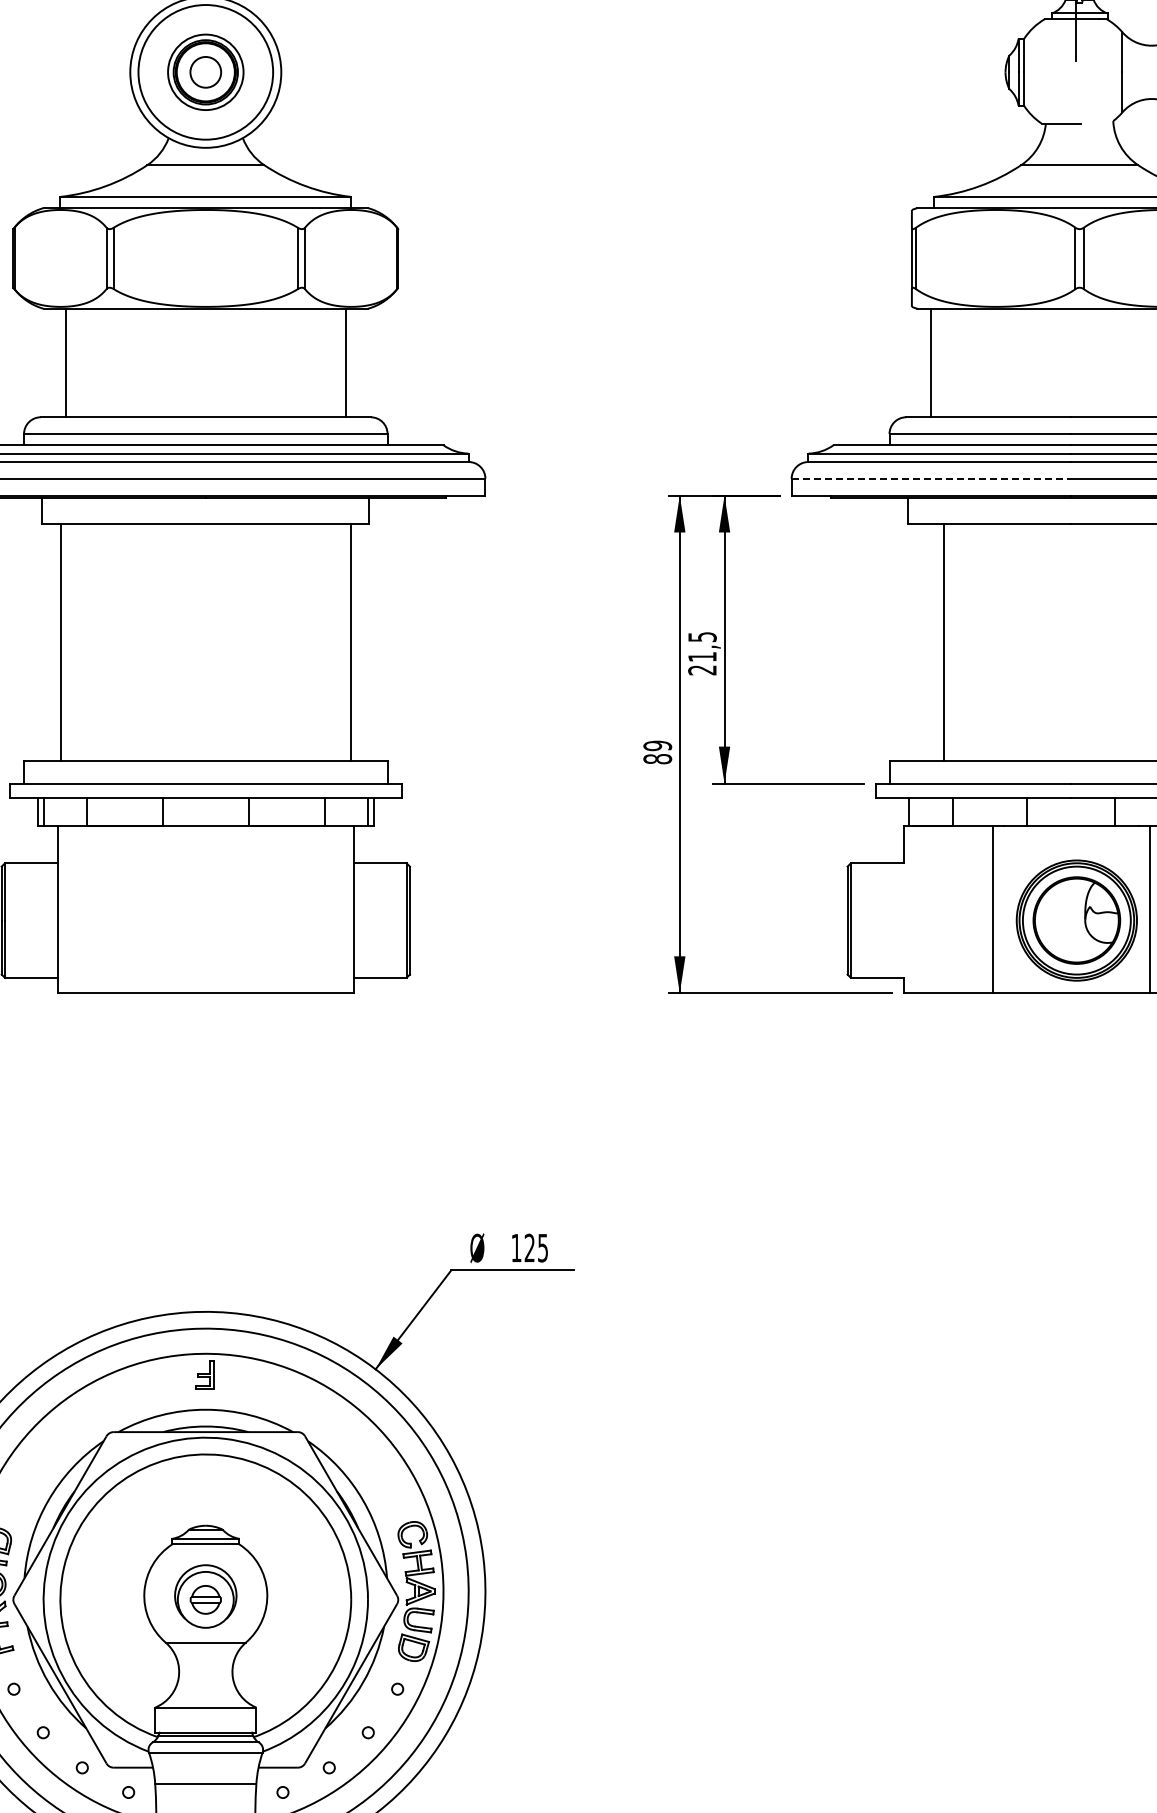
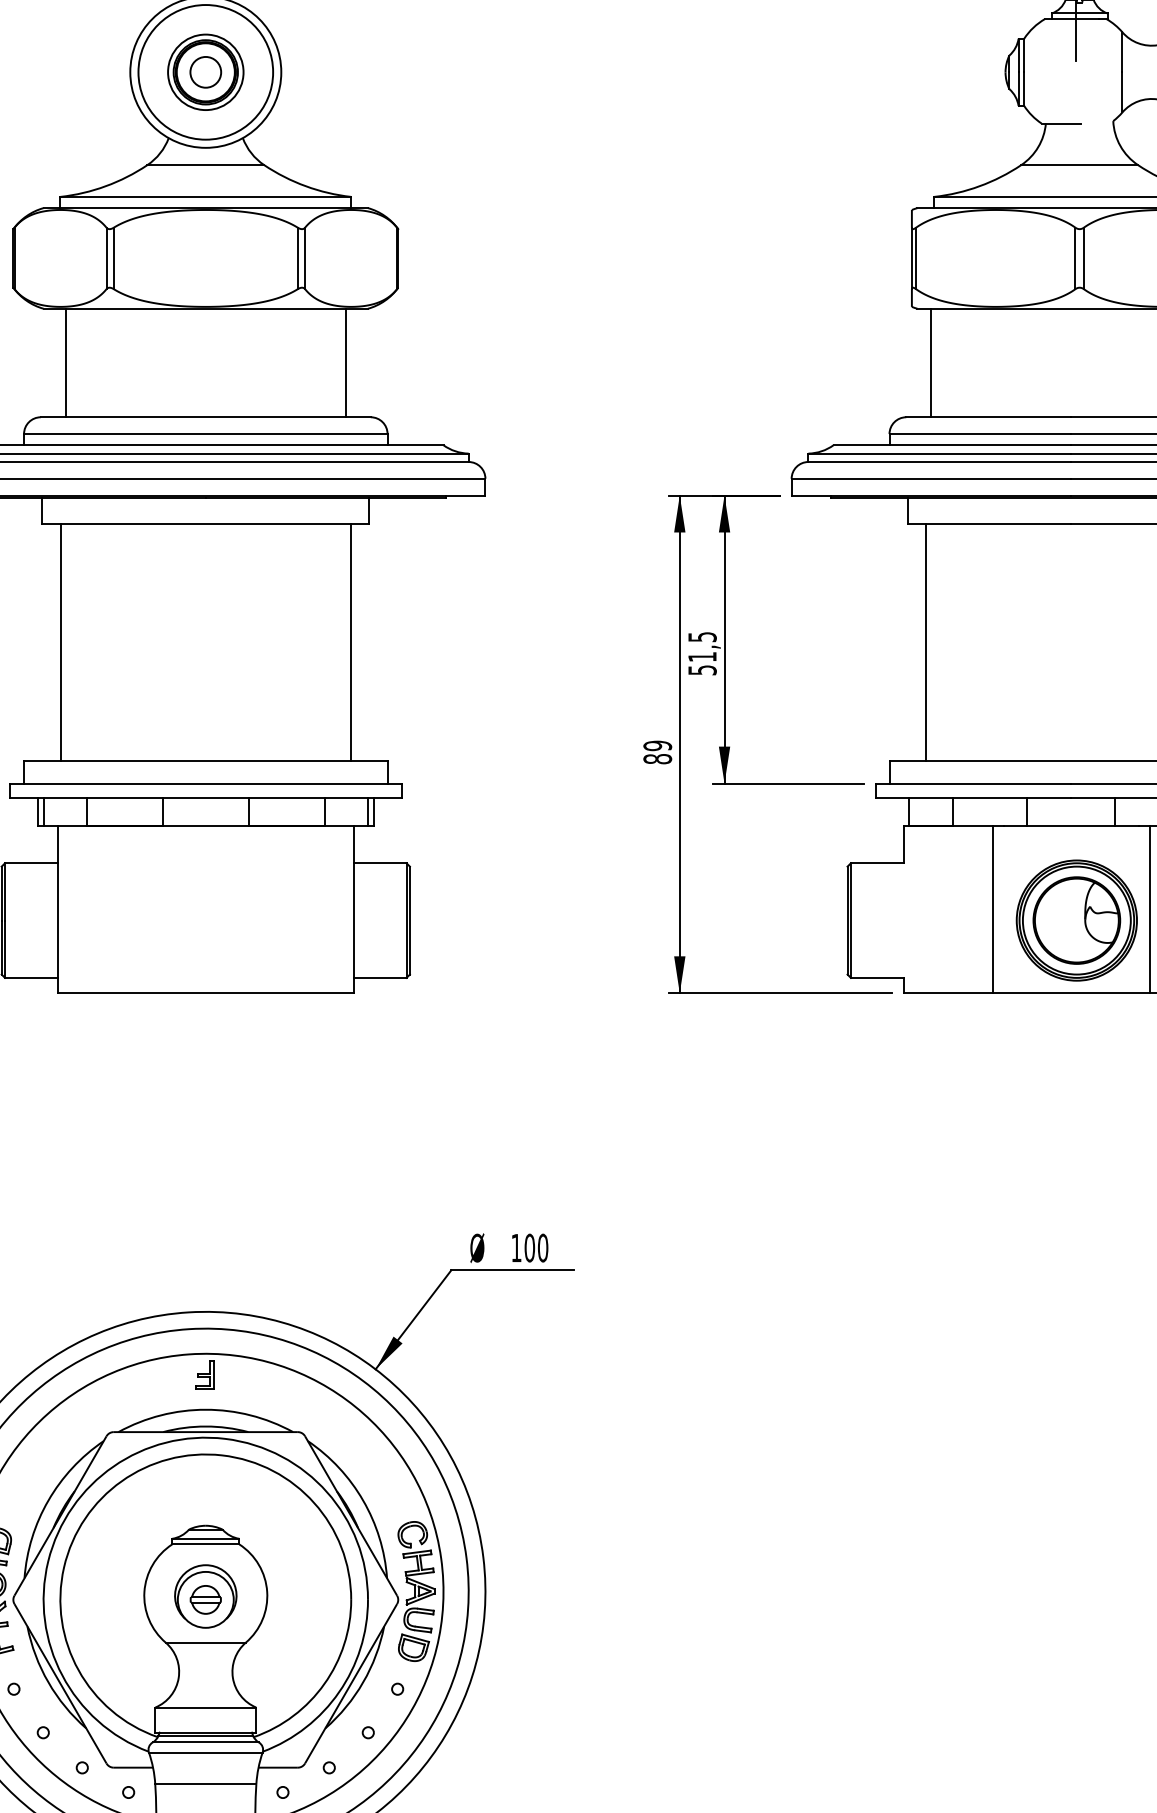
line at (931, 478): dashed -> solid
line at (944, 642) position: (944, 642) -> (926, 642)
text at (702, 670): 21,5 -> 51,5
text at (536, 1247): 125 -> 100
